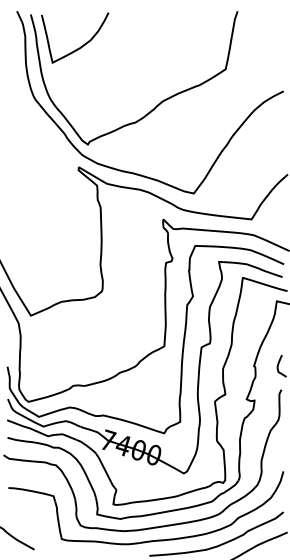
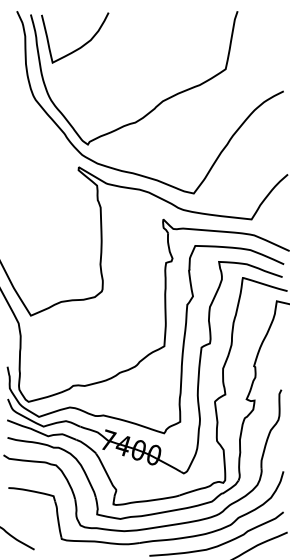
curve at (279, 364): present -> none
